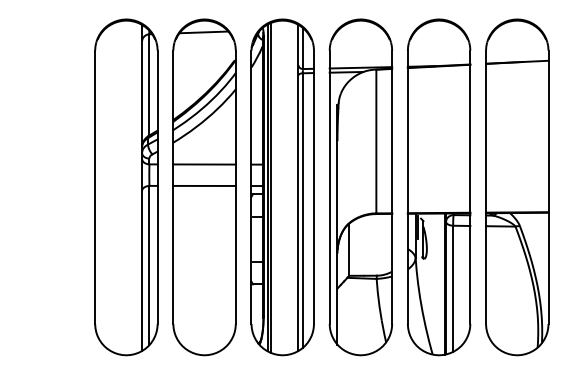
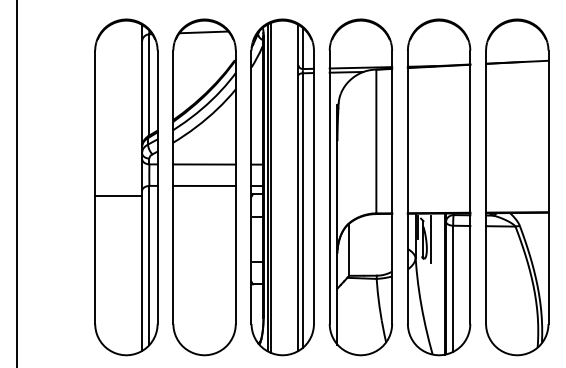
line at (16, 183): none -> present
line at (118, 196): none -> present
line at (431, 238): none -> present
